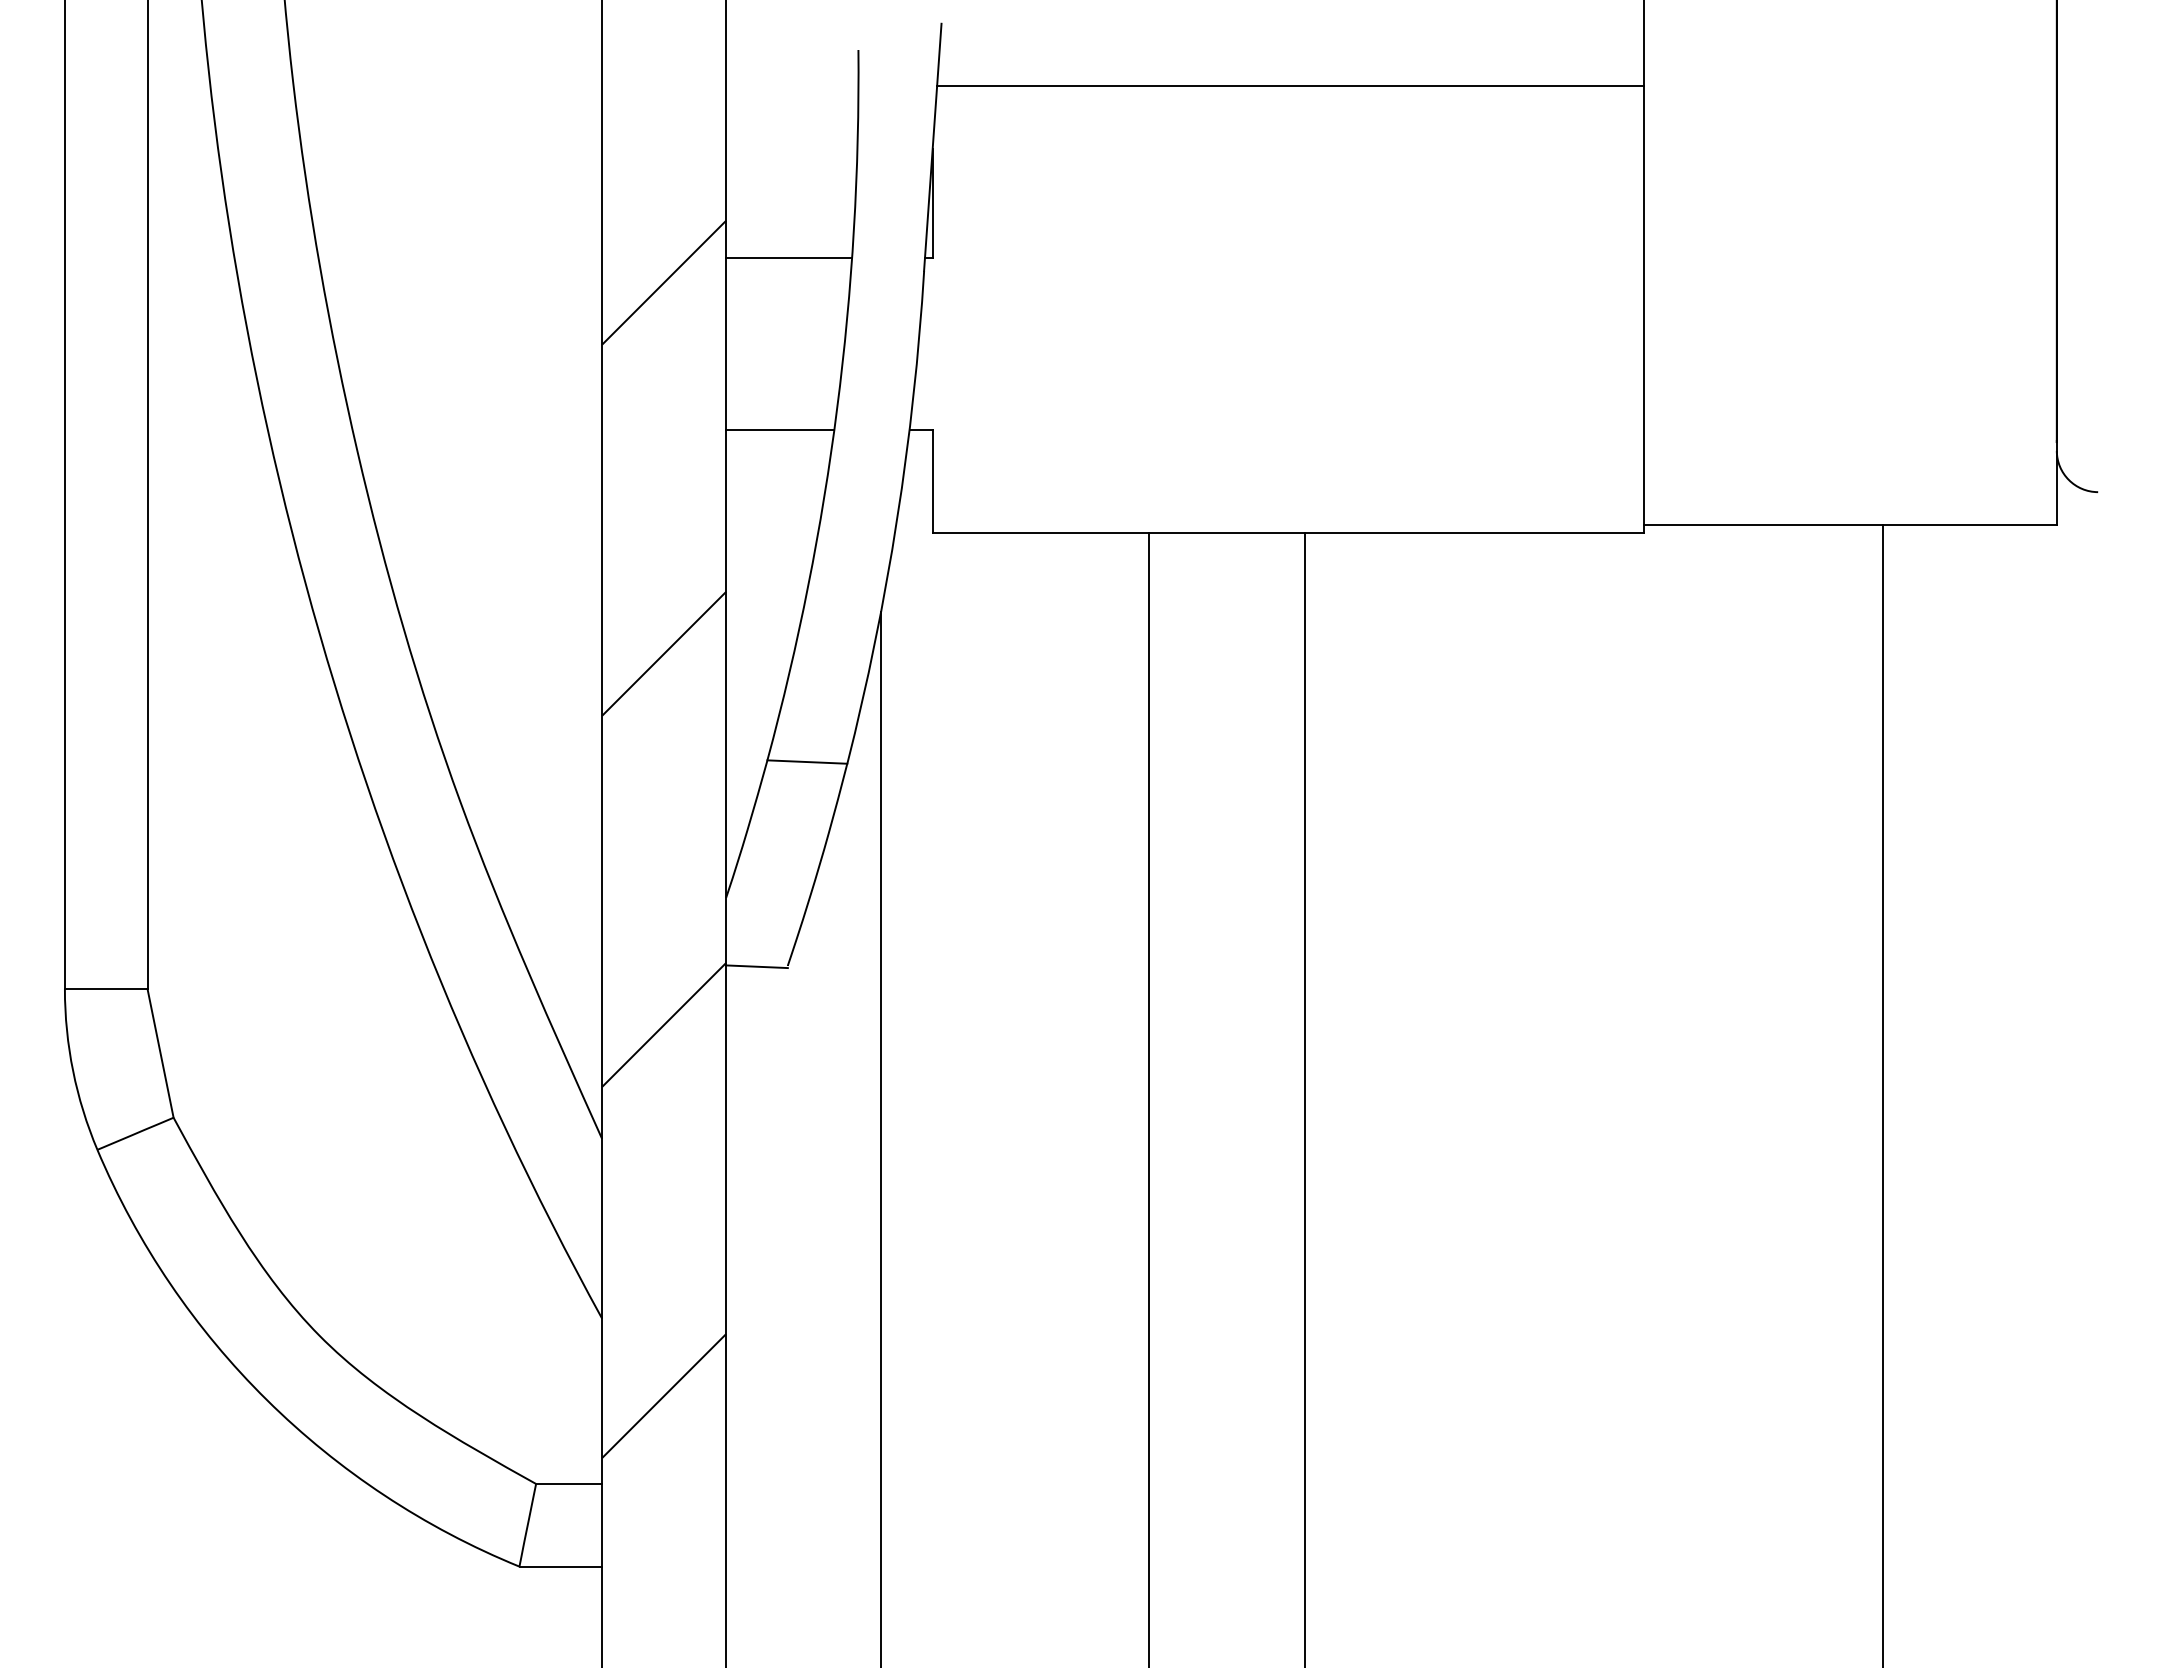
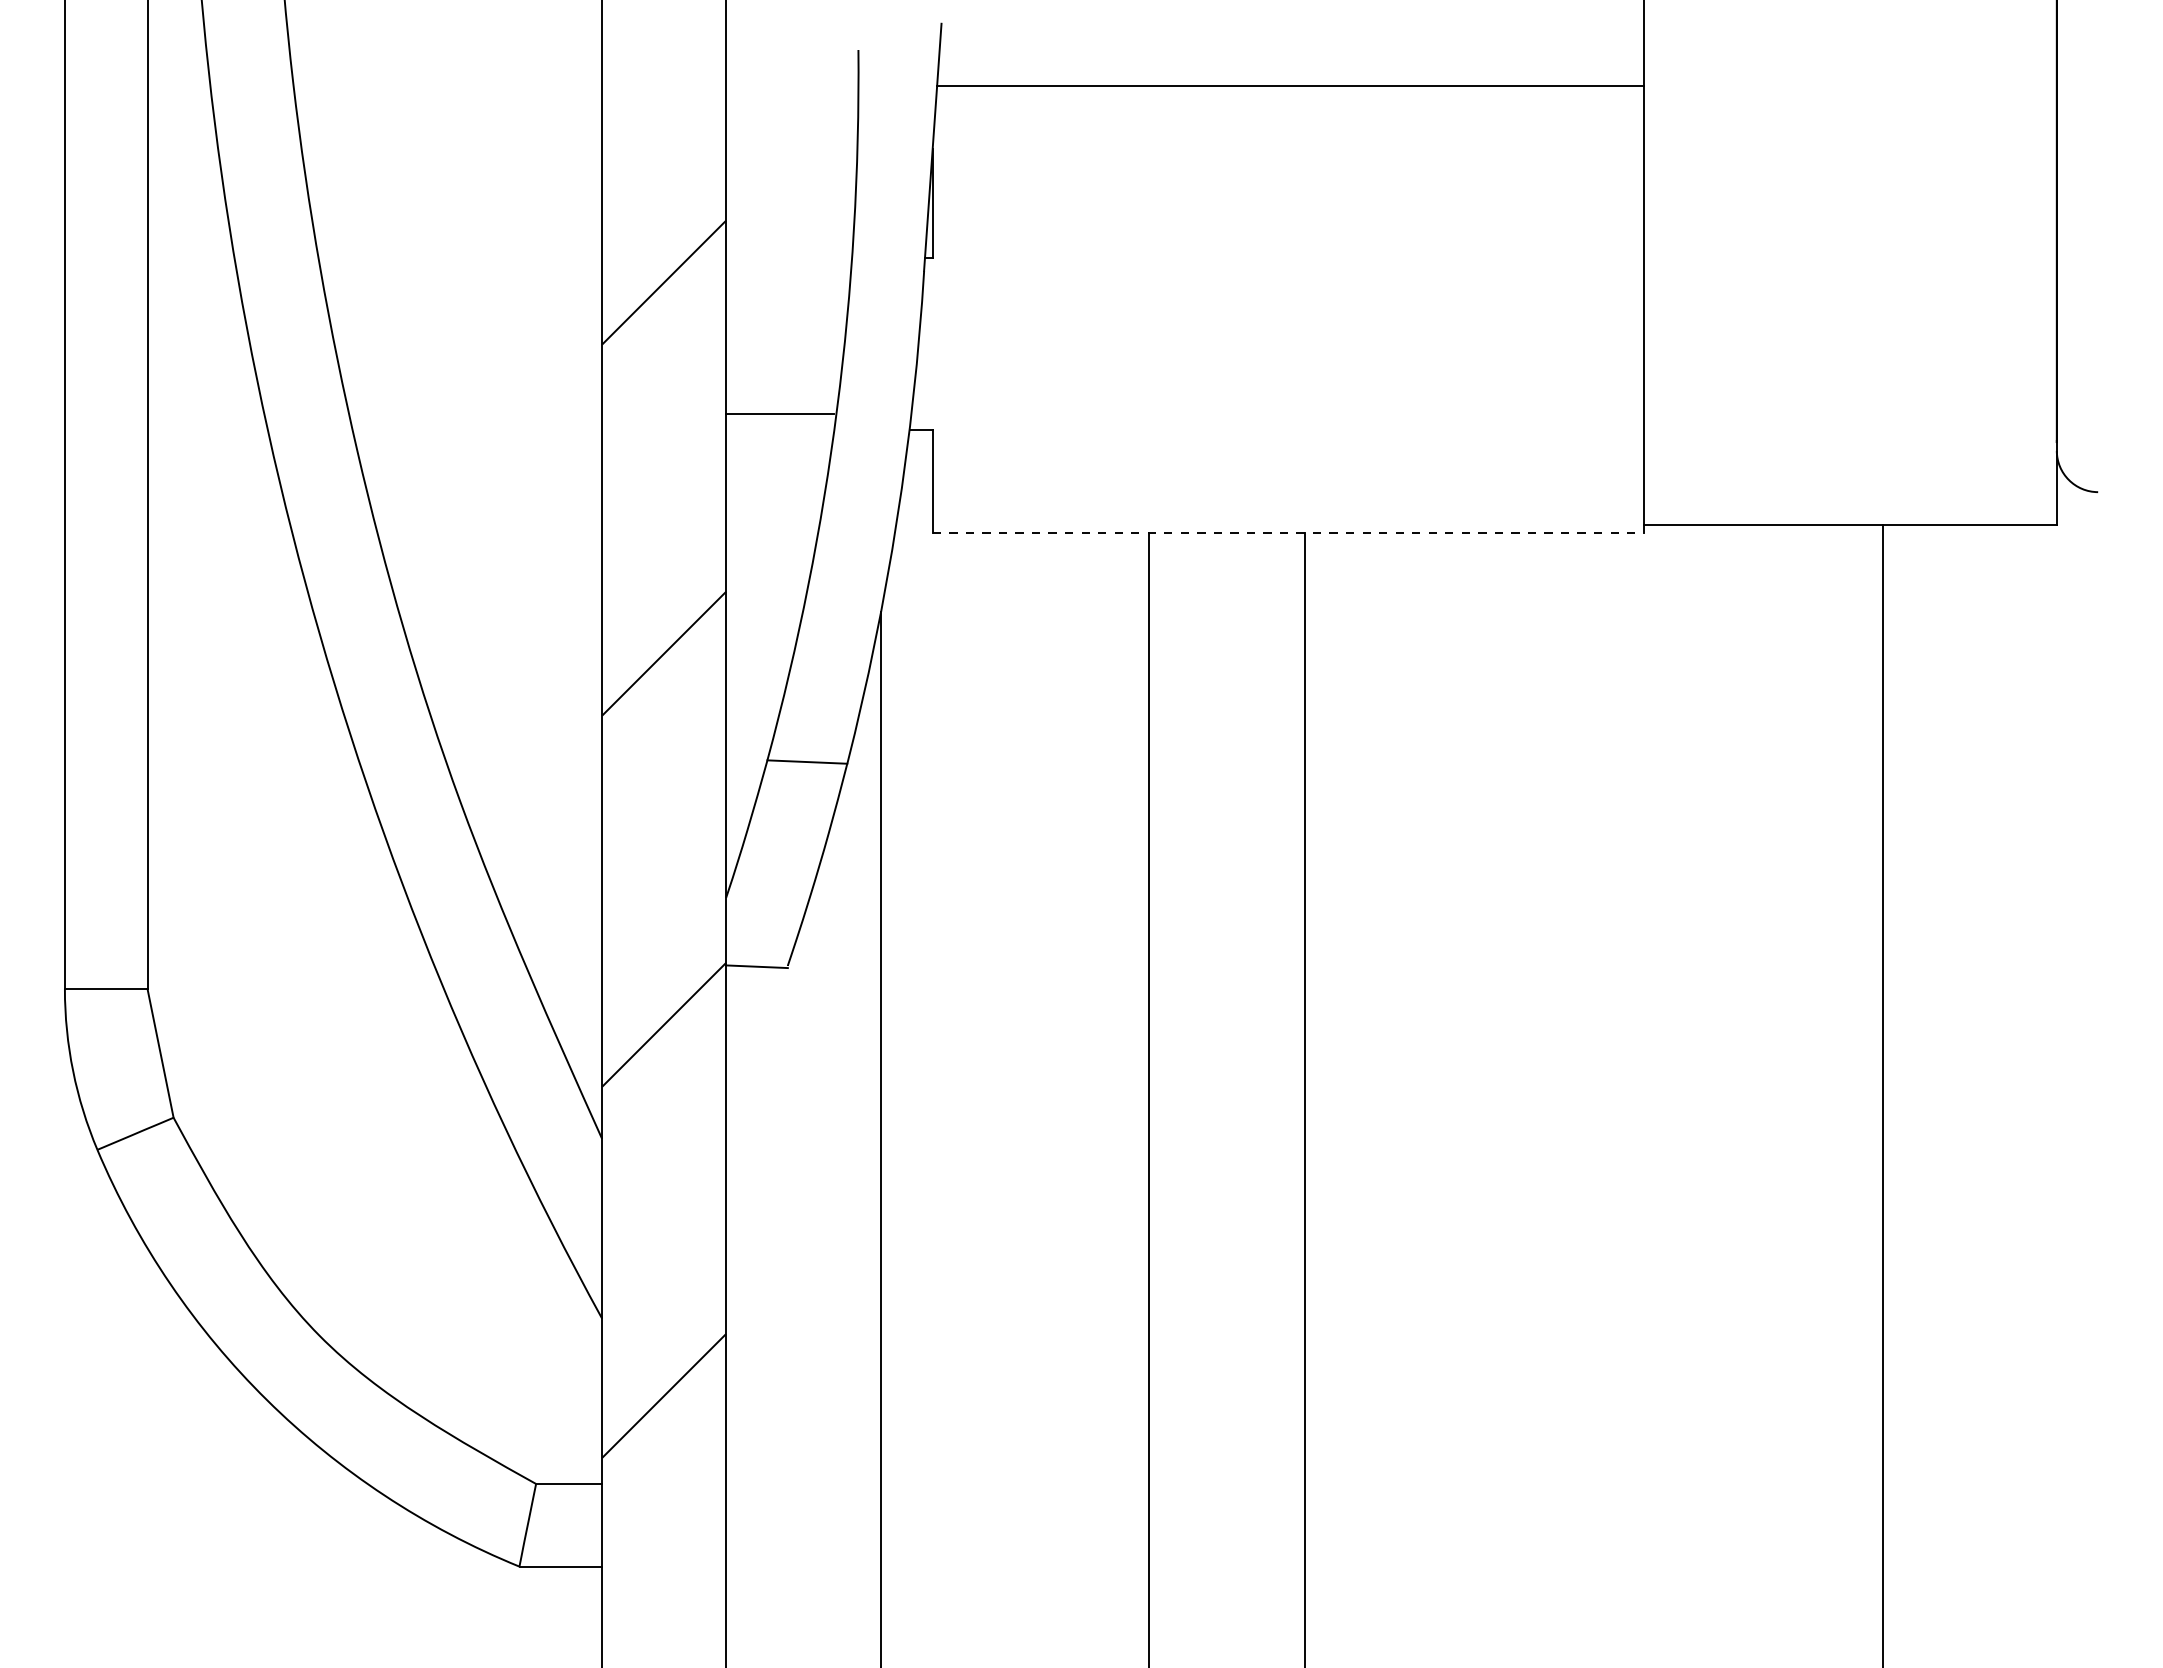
line at (789, 257): present -> none
line at (780, 430) position: (780, 430) -> (780, 414)
line at (1288, 533): solid -> dashed
